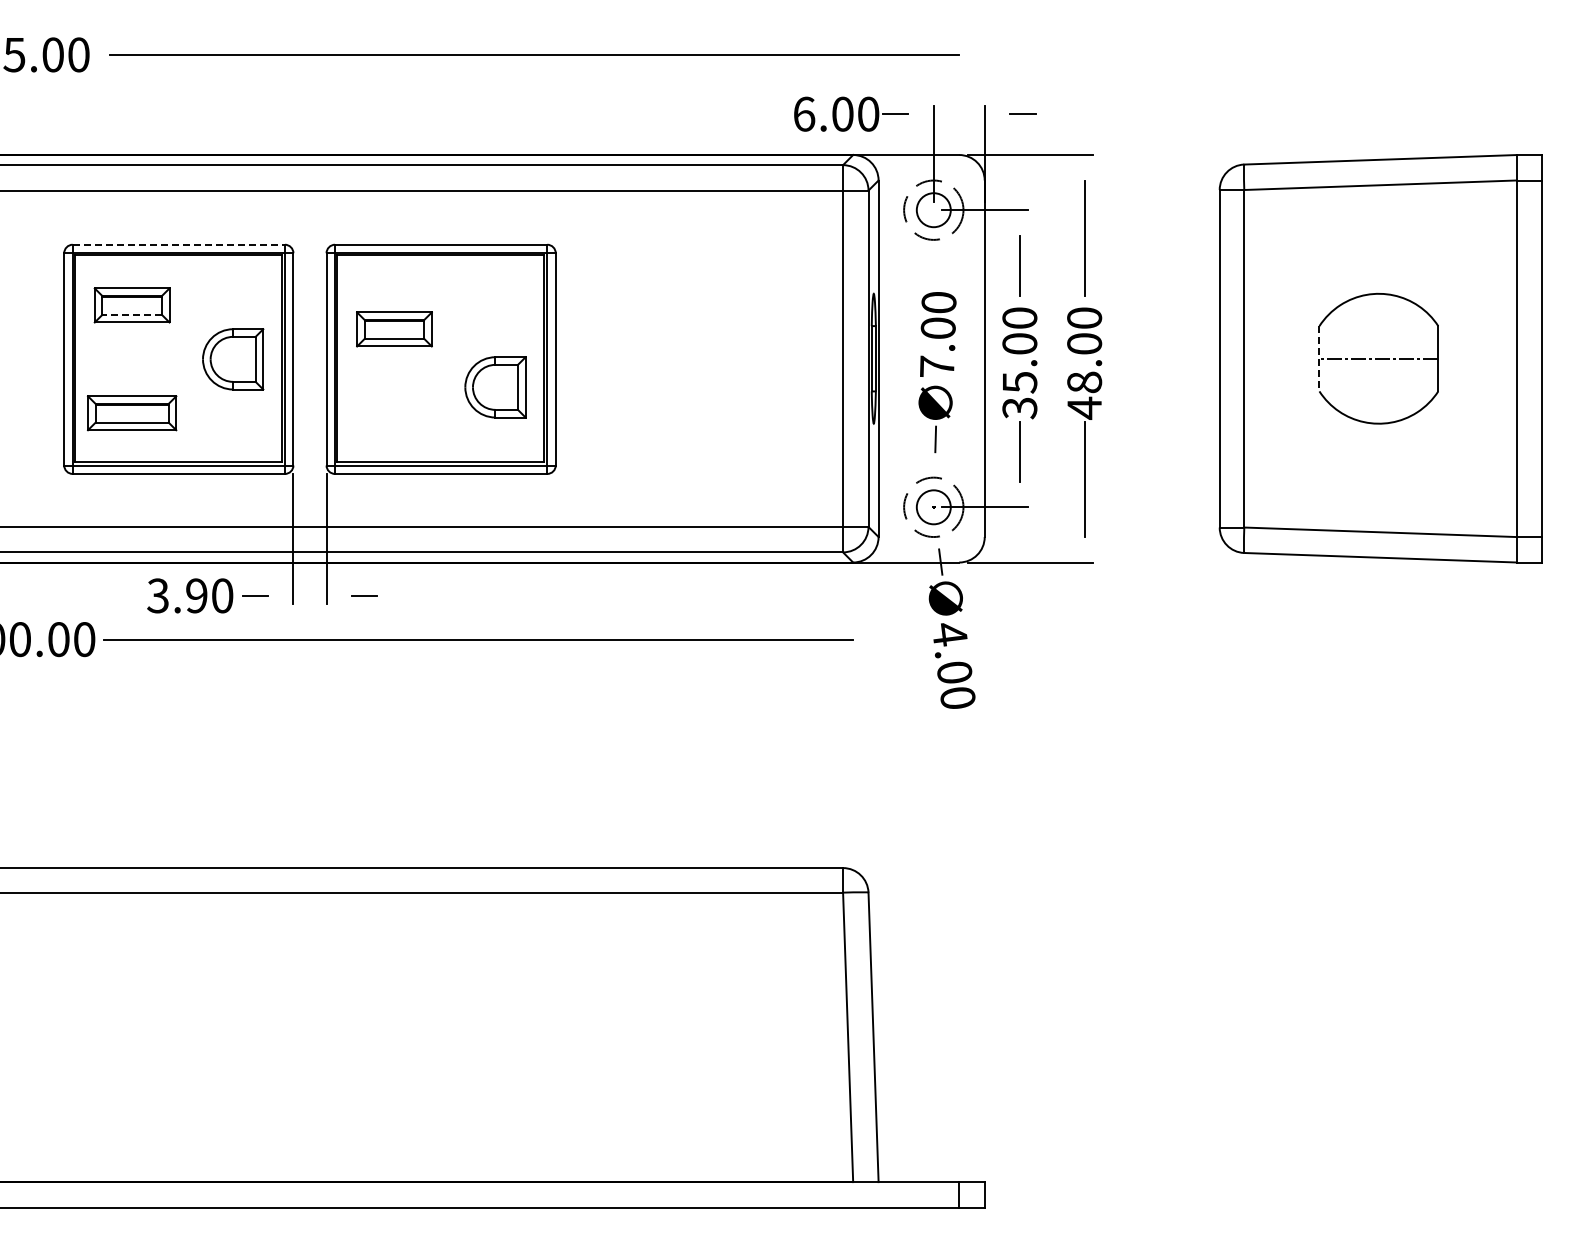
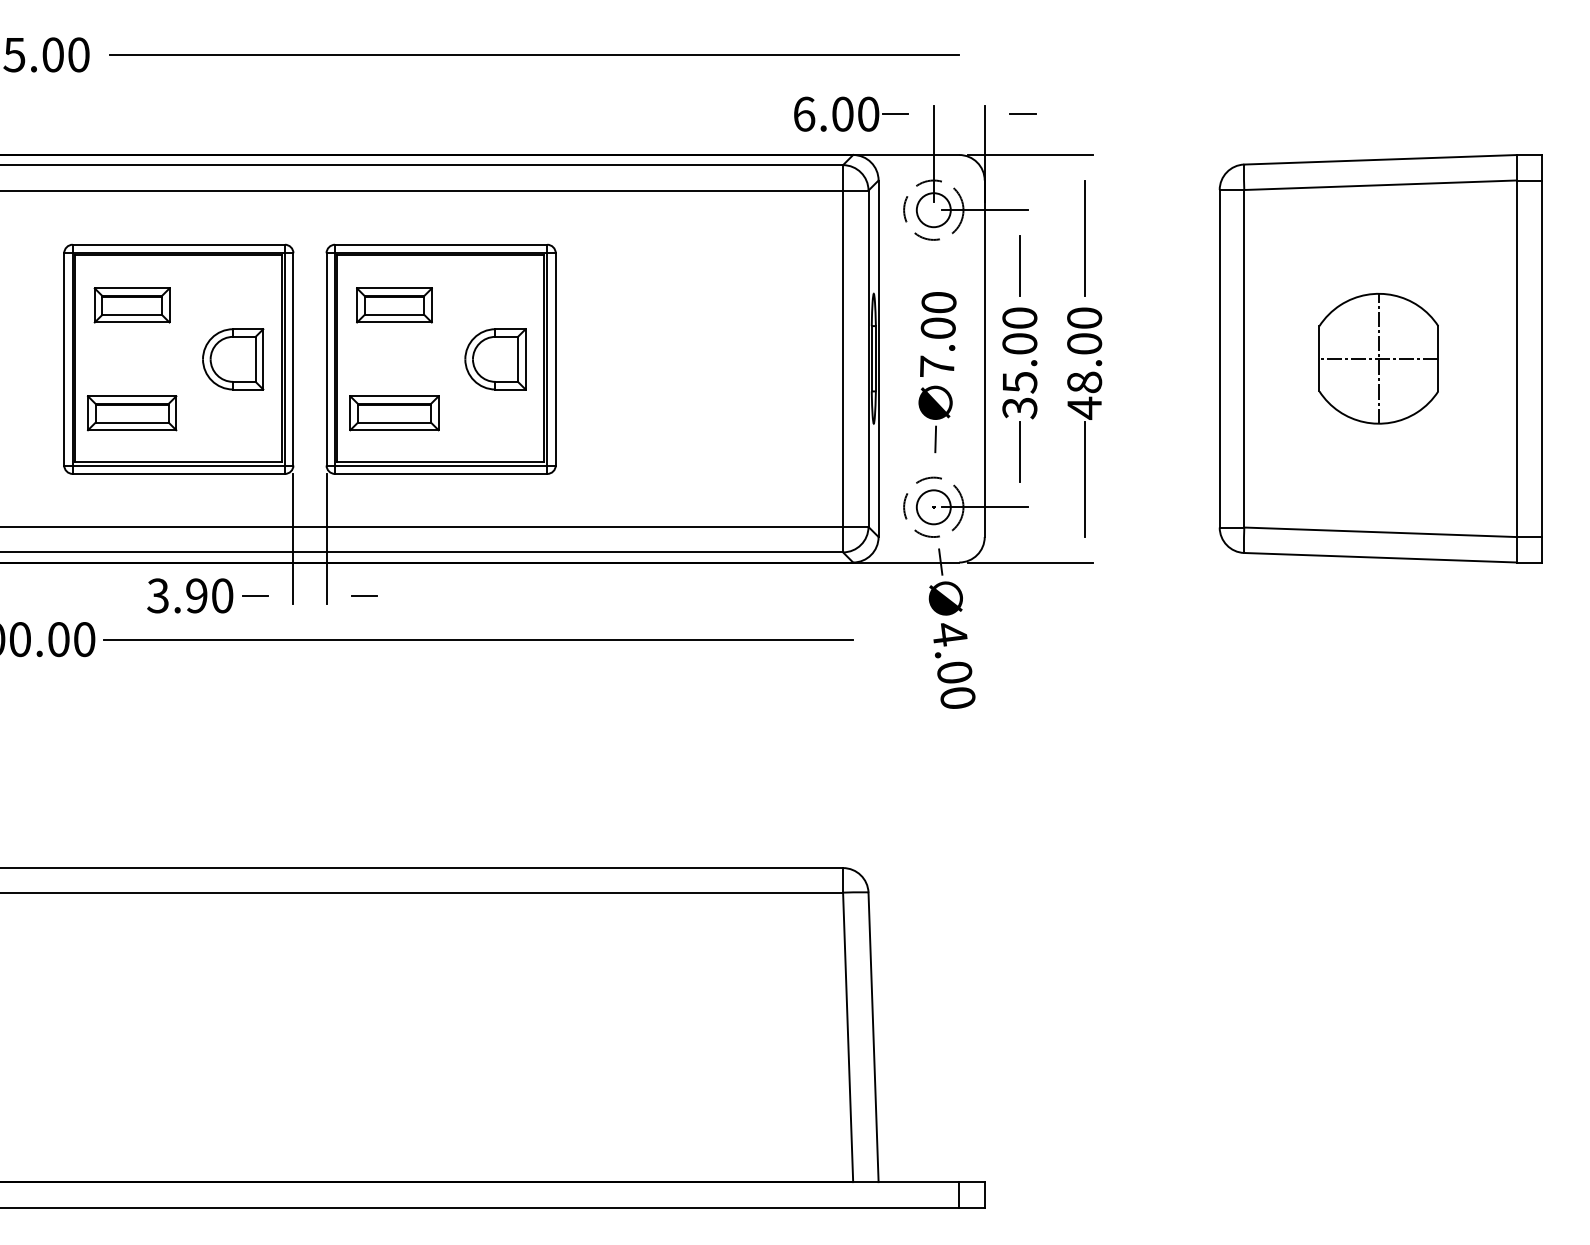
line at (179, 244): dashed -> solid
line at (132, 314): dashed -> solid
part at (394, 329) position: (394, 329) -> (394, 305)
line at (1319, 358): dashed -> solid
line at (1378, 358): none -> present
part at (495, 387) position: (495, 387) -> (495, 359)
part at (394, 413): none -> present
